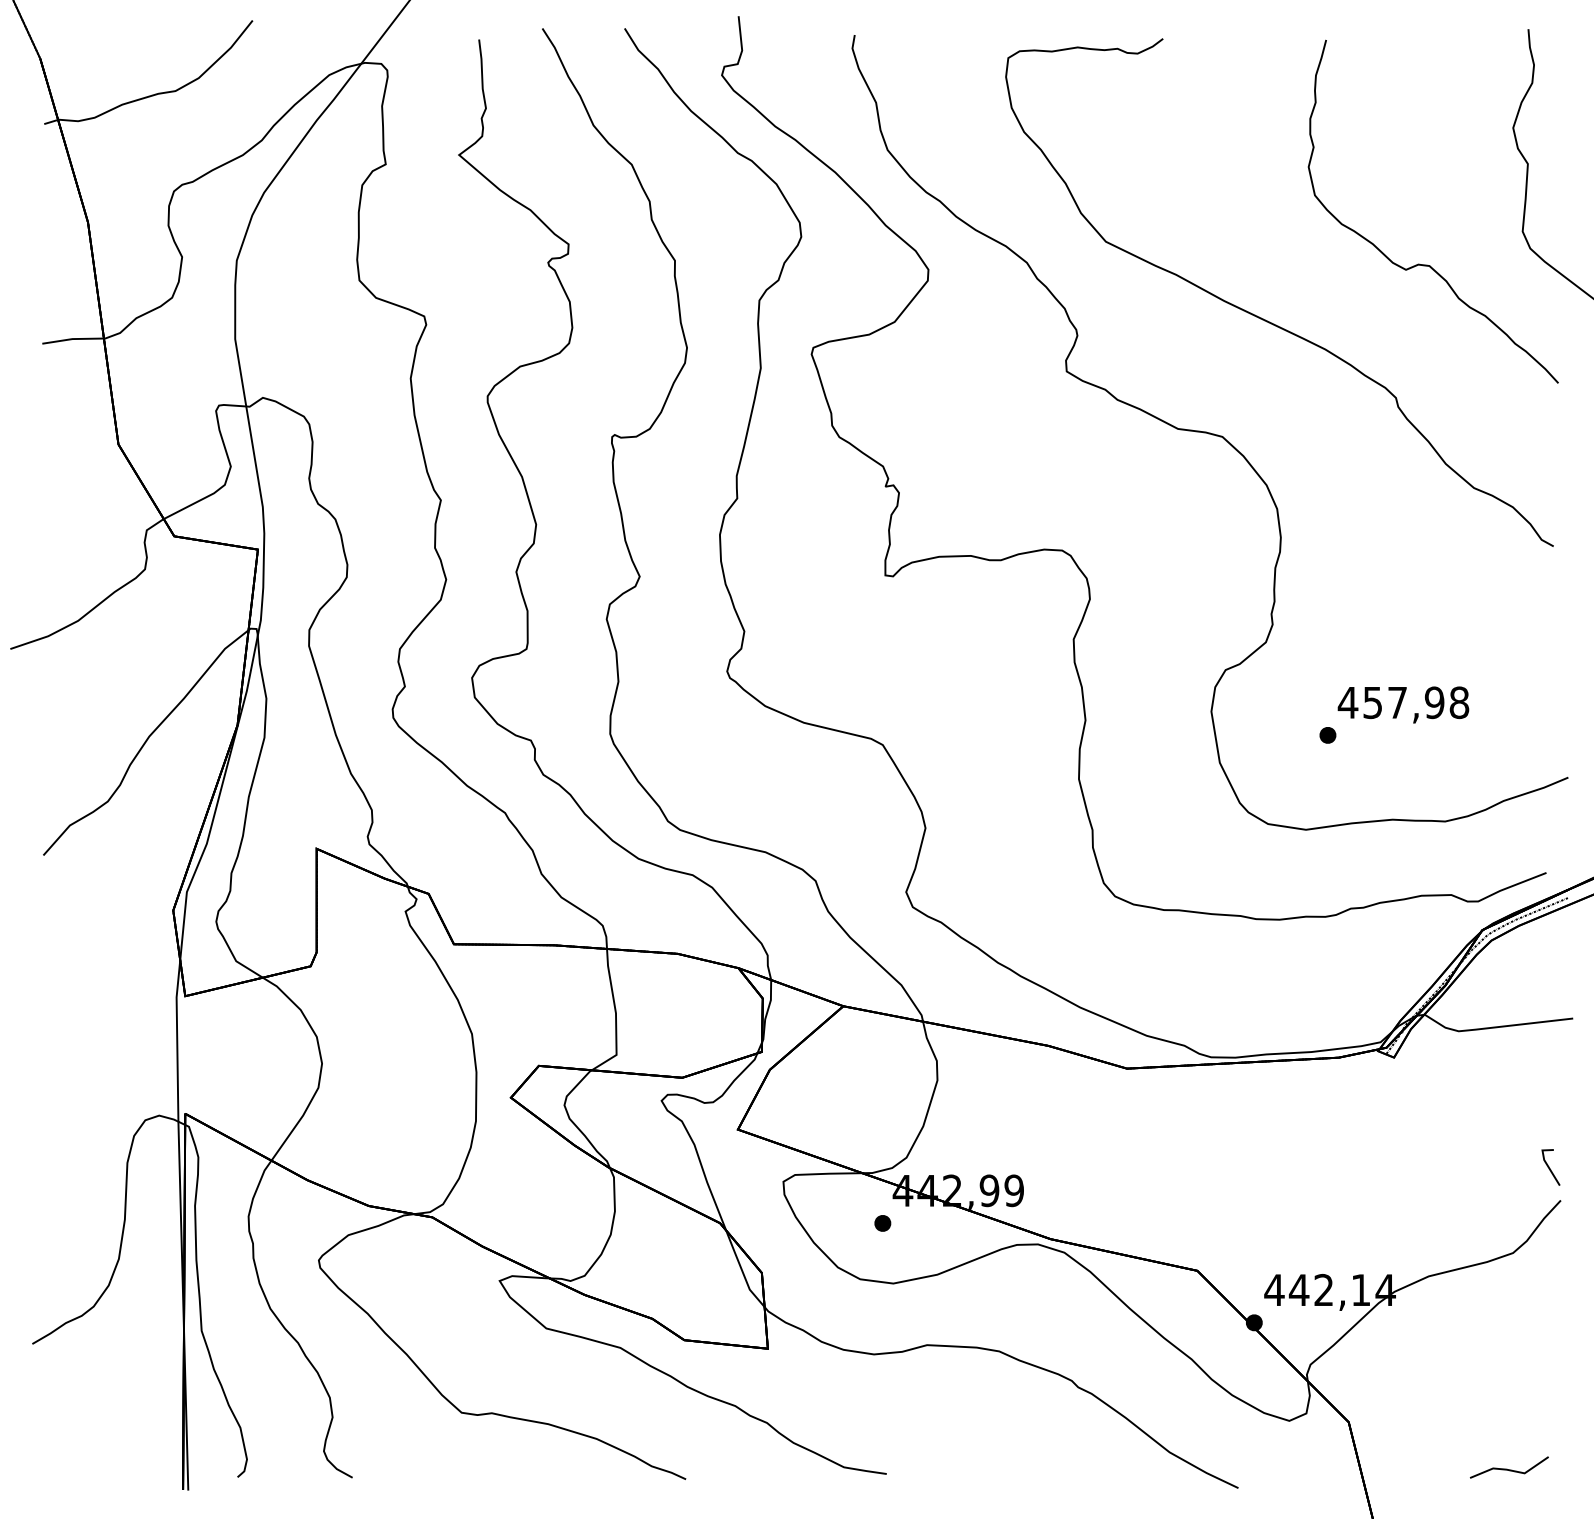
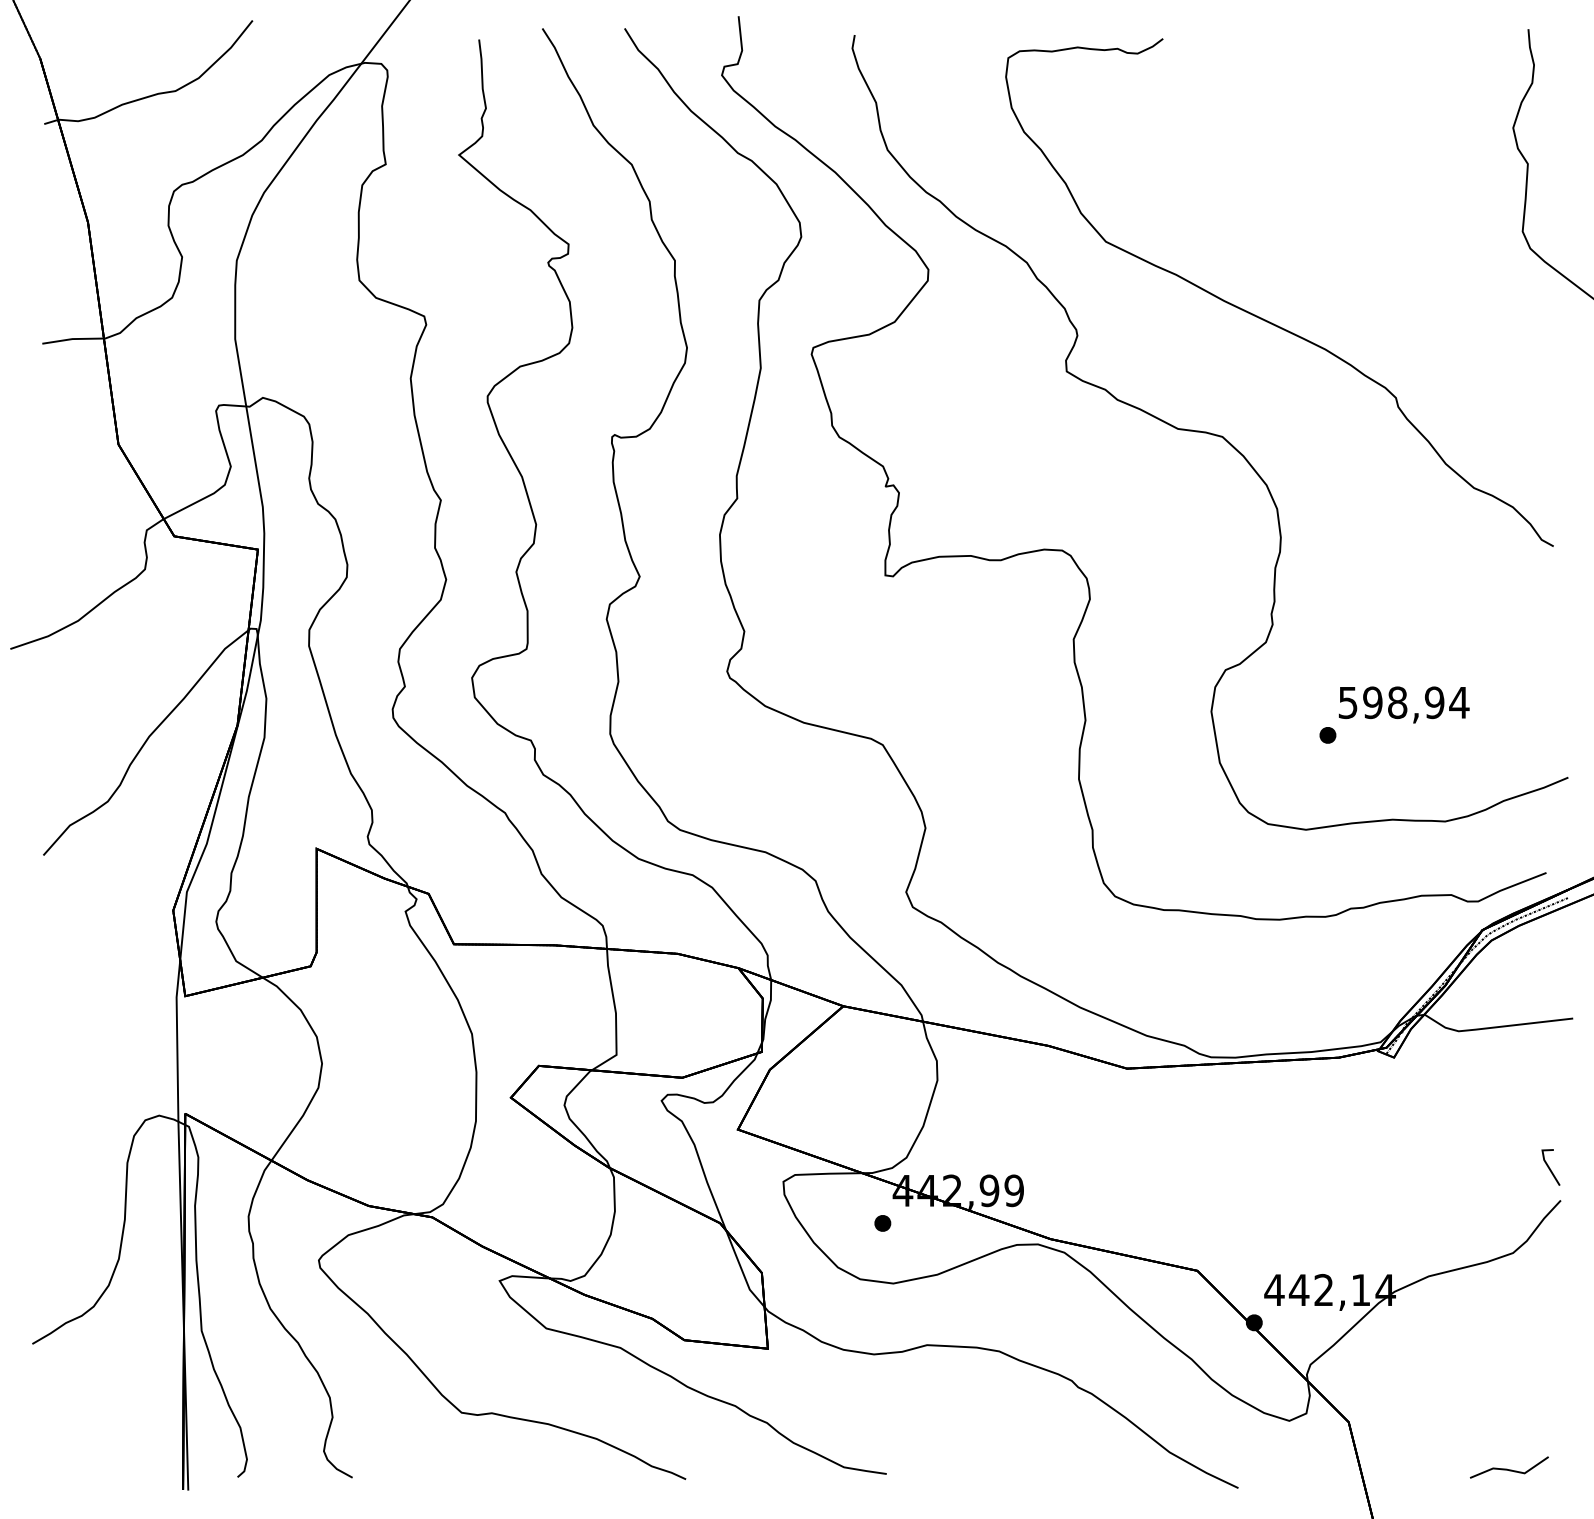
curve at (1427, 264): present -> none
text at (1403, 702): 457,98 -> 598,94
